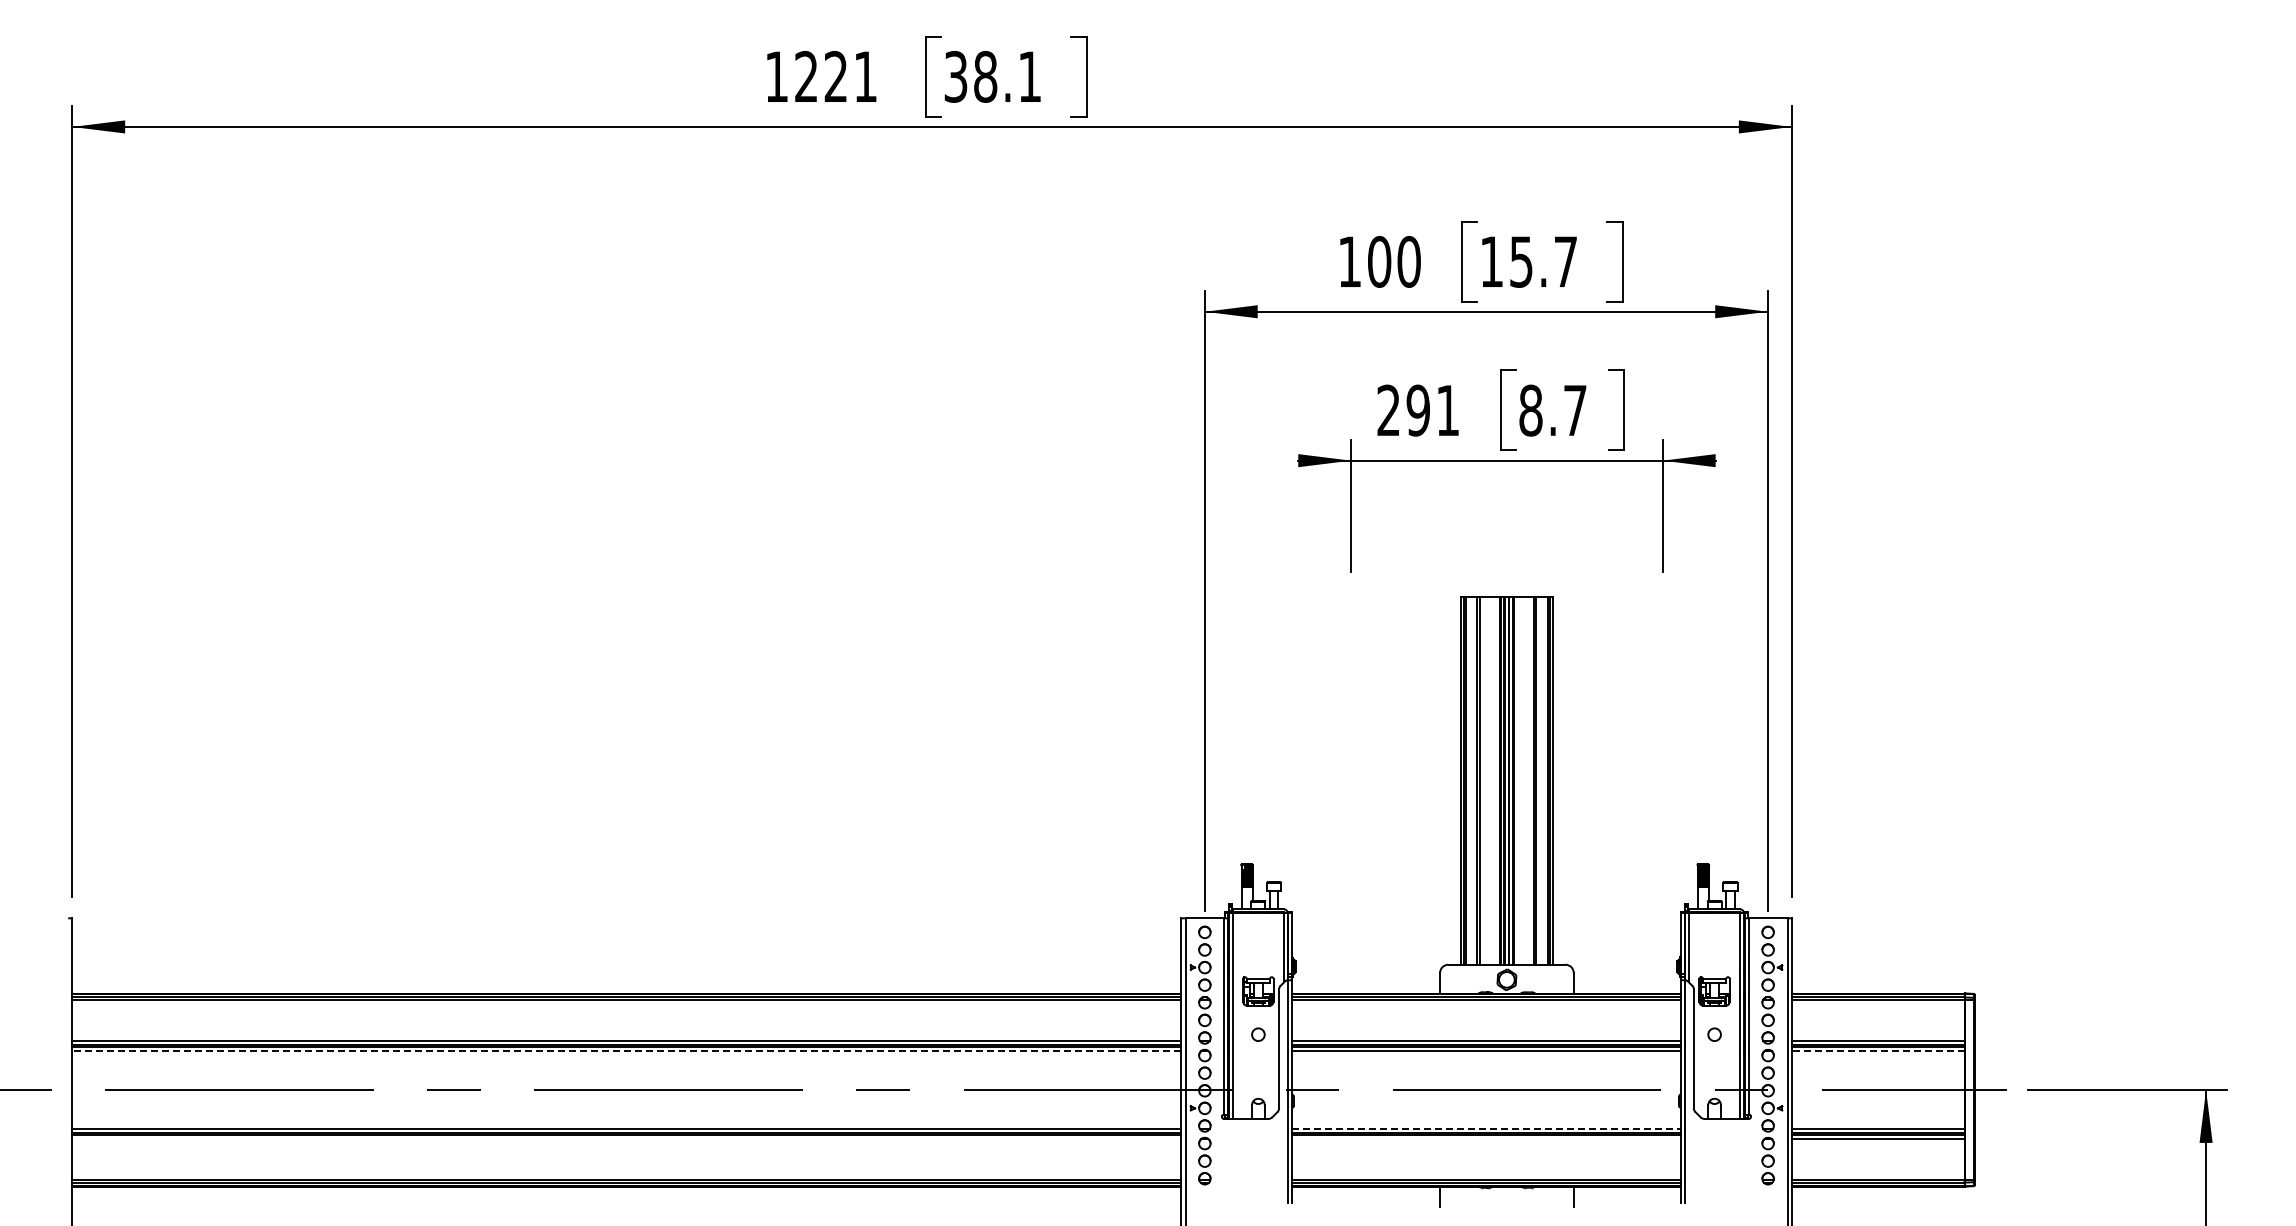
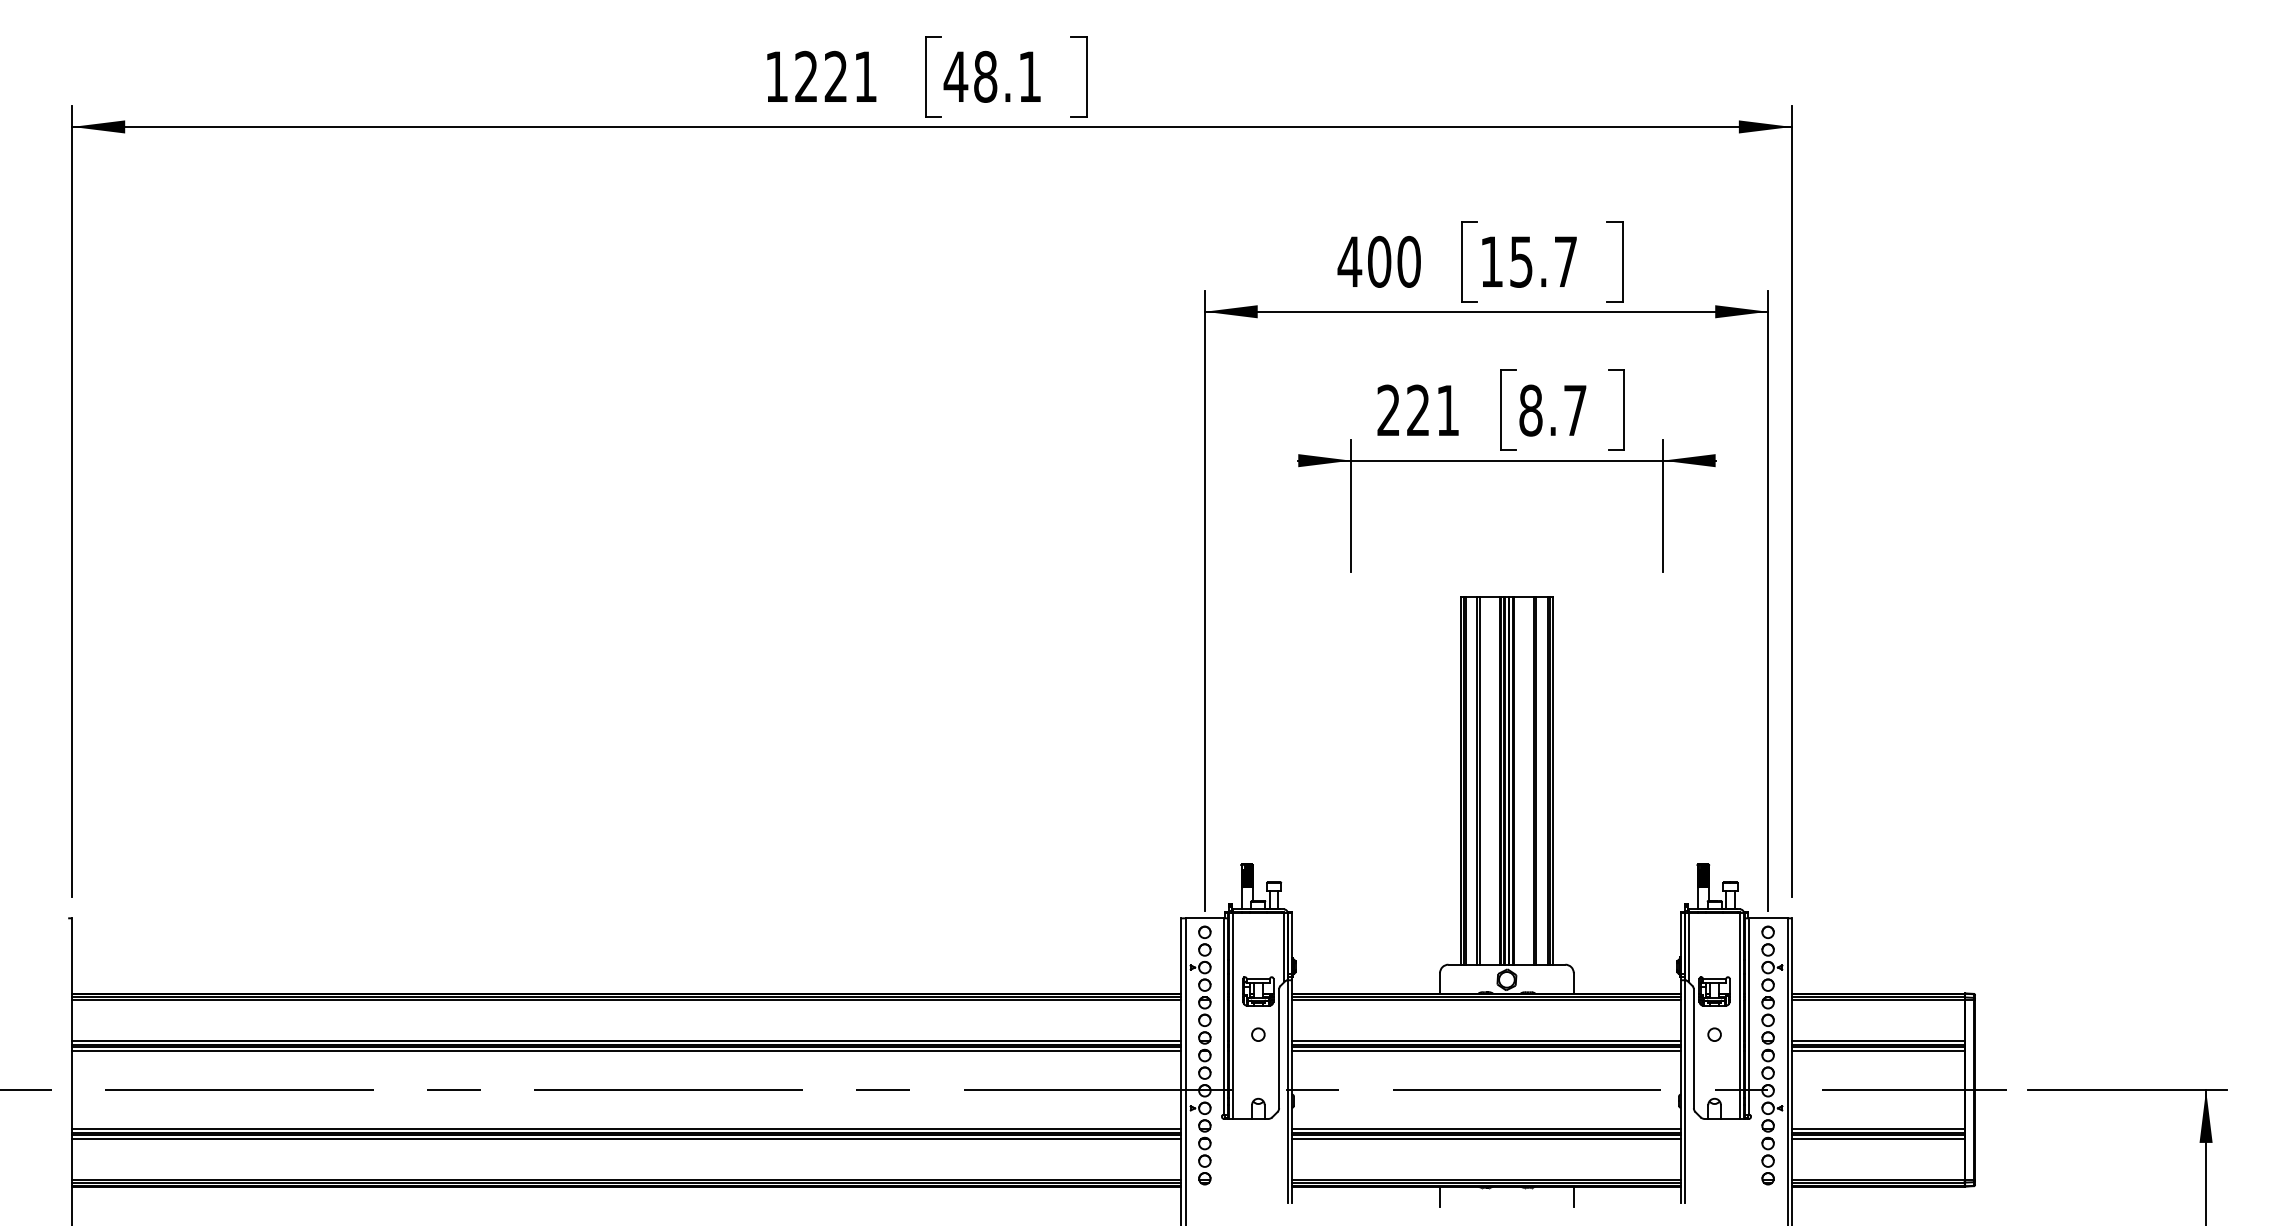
text at (955, 76): 38.1 -> 48.1
text at (1349, 261): 100 -> 400
text at (1417, 410): 291 -> 221
line at (626, 1051): dashed -> solid
line at (1877, 1051): dashed -> solid
line at (1486, 1128): dashed -> solid
line at (626, 1138): none -> present
line at (1486, 1138): none -> present
